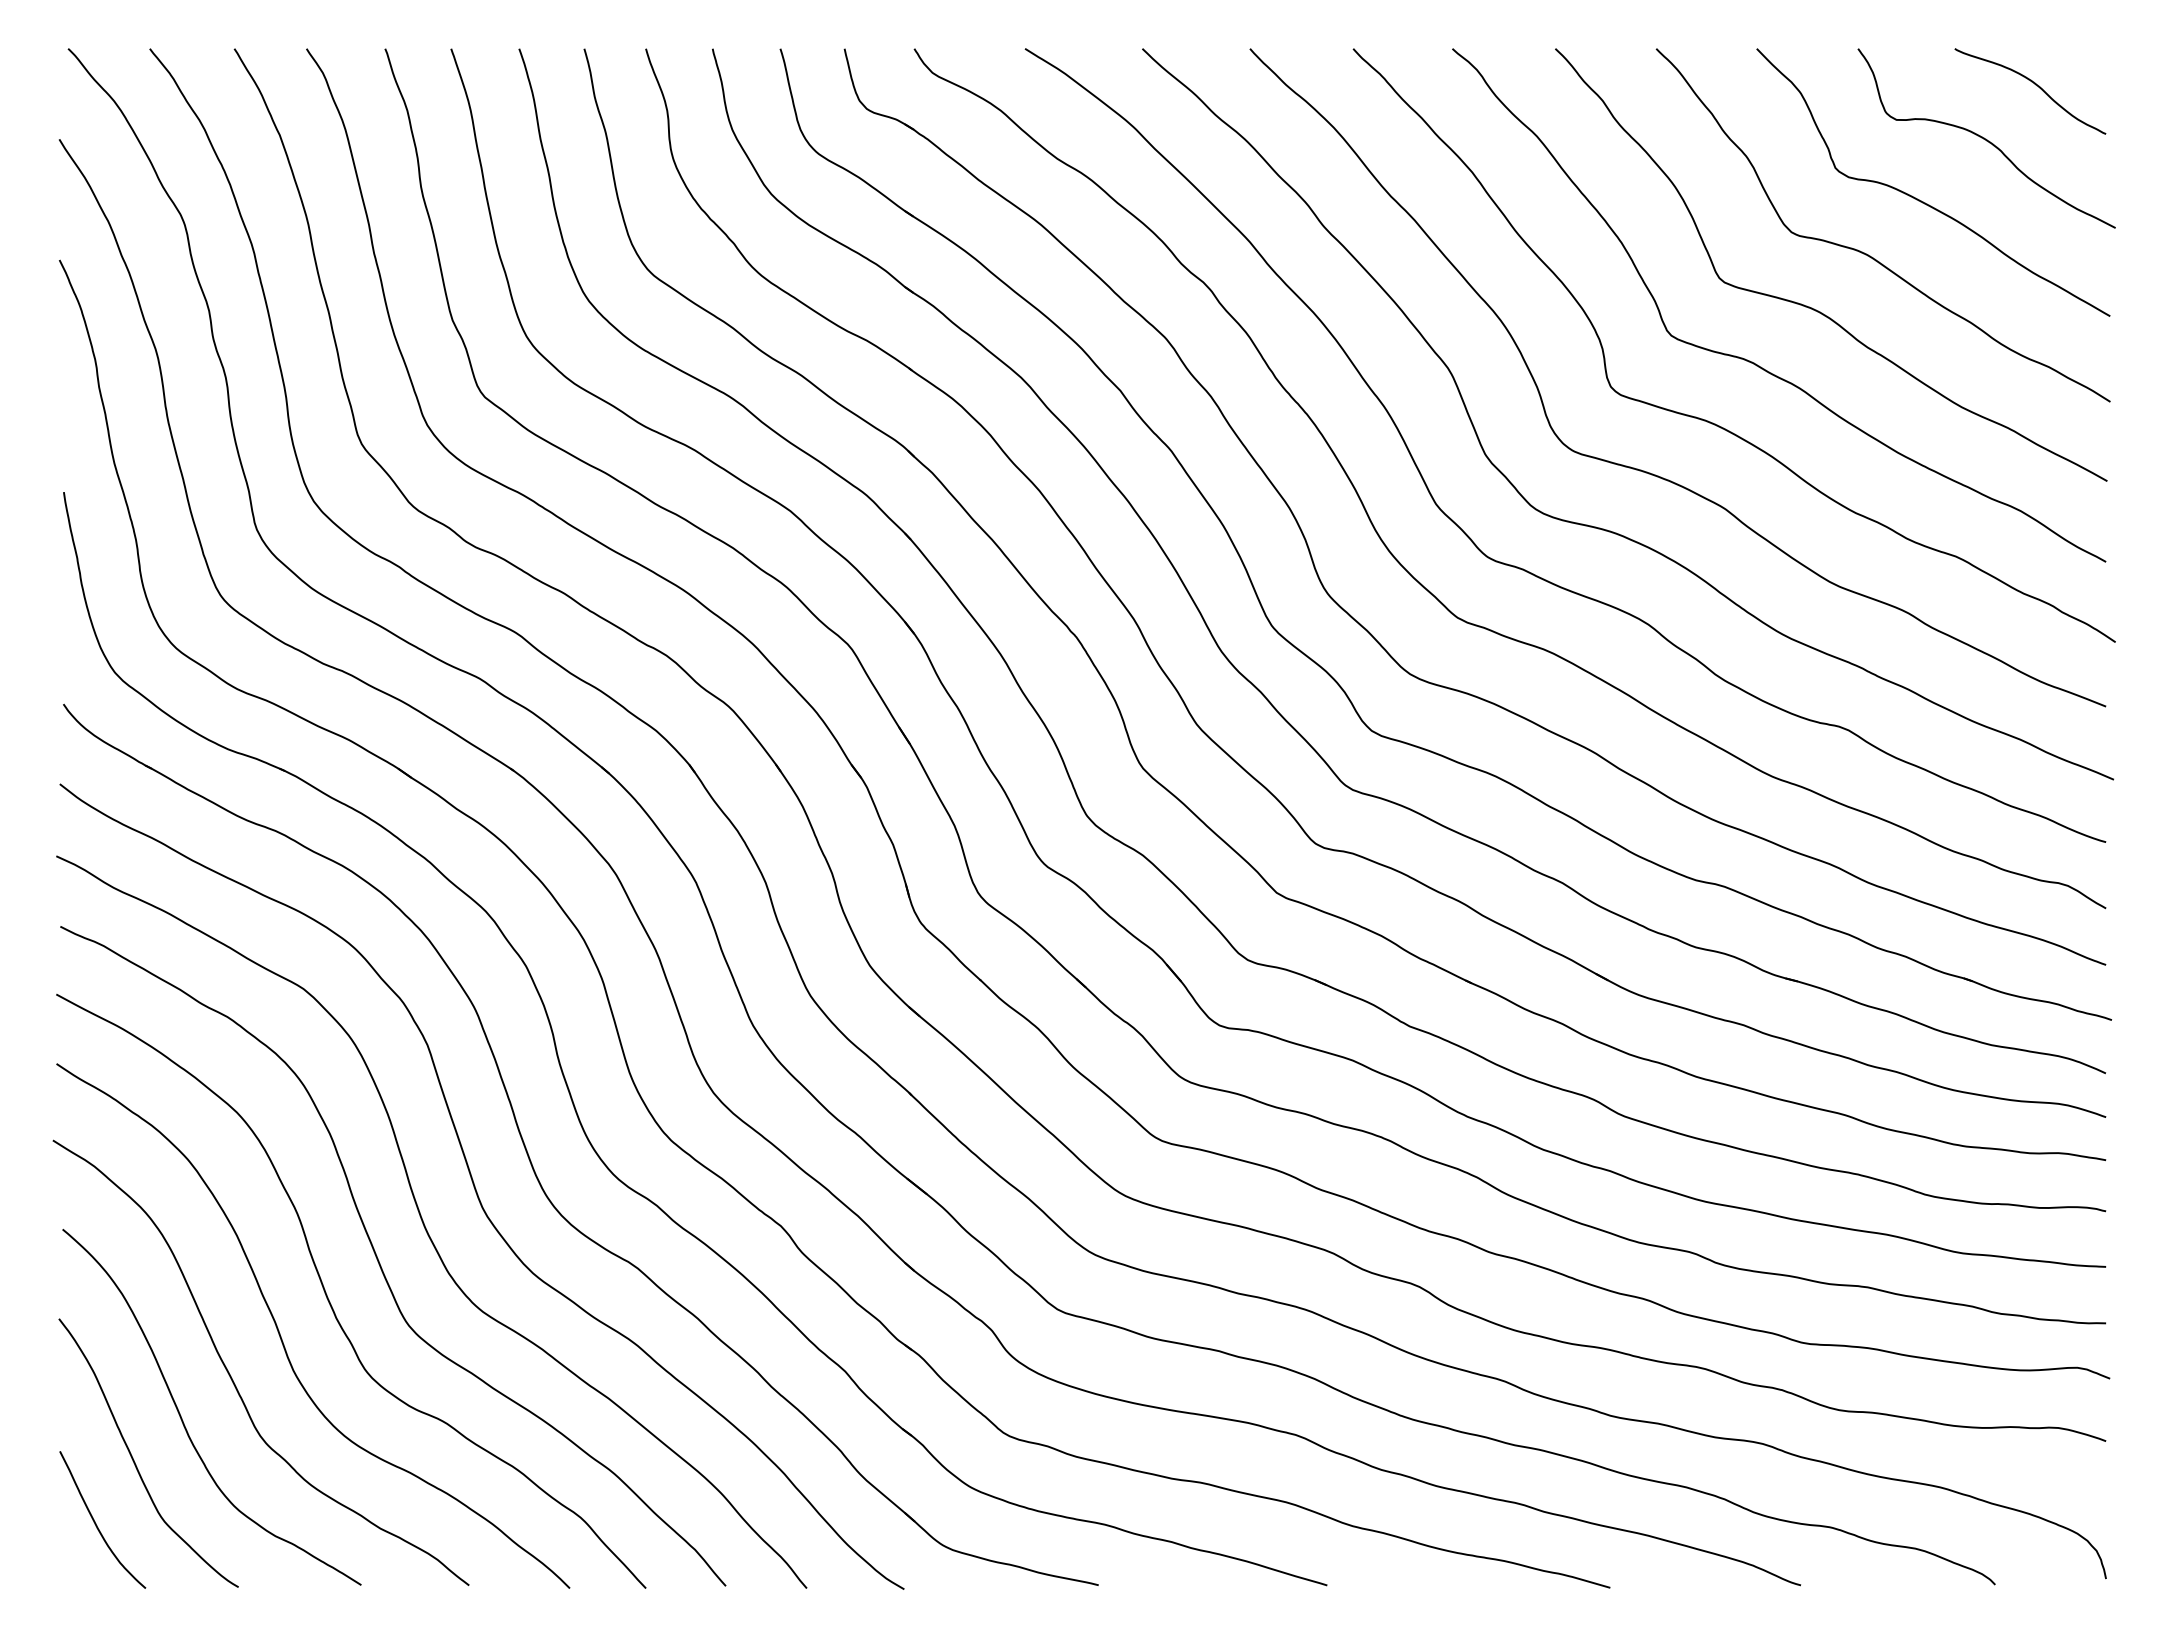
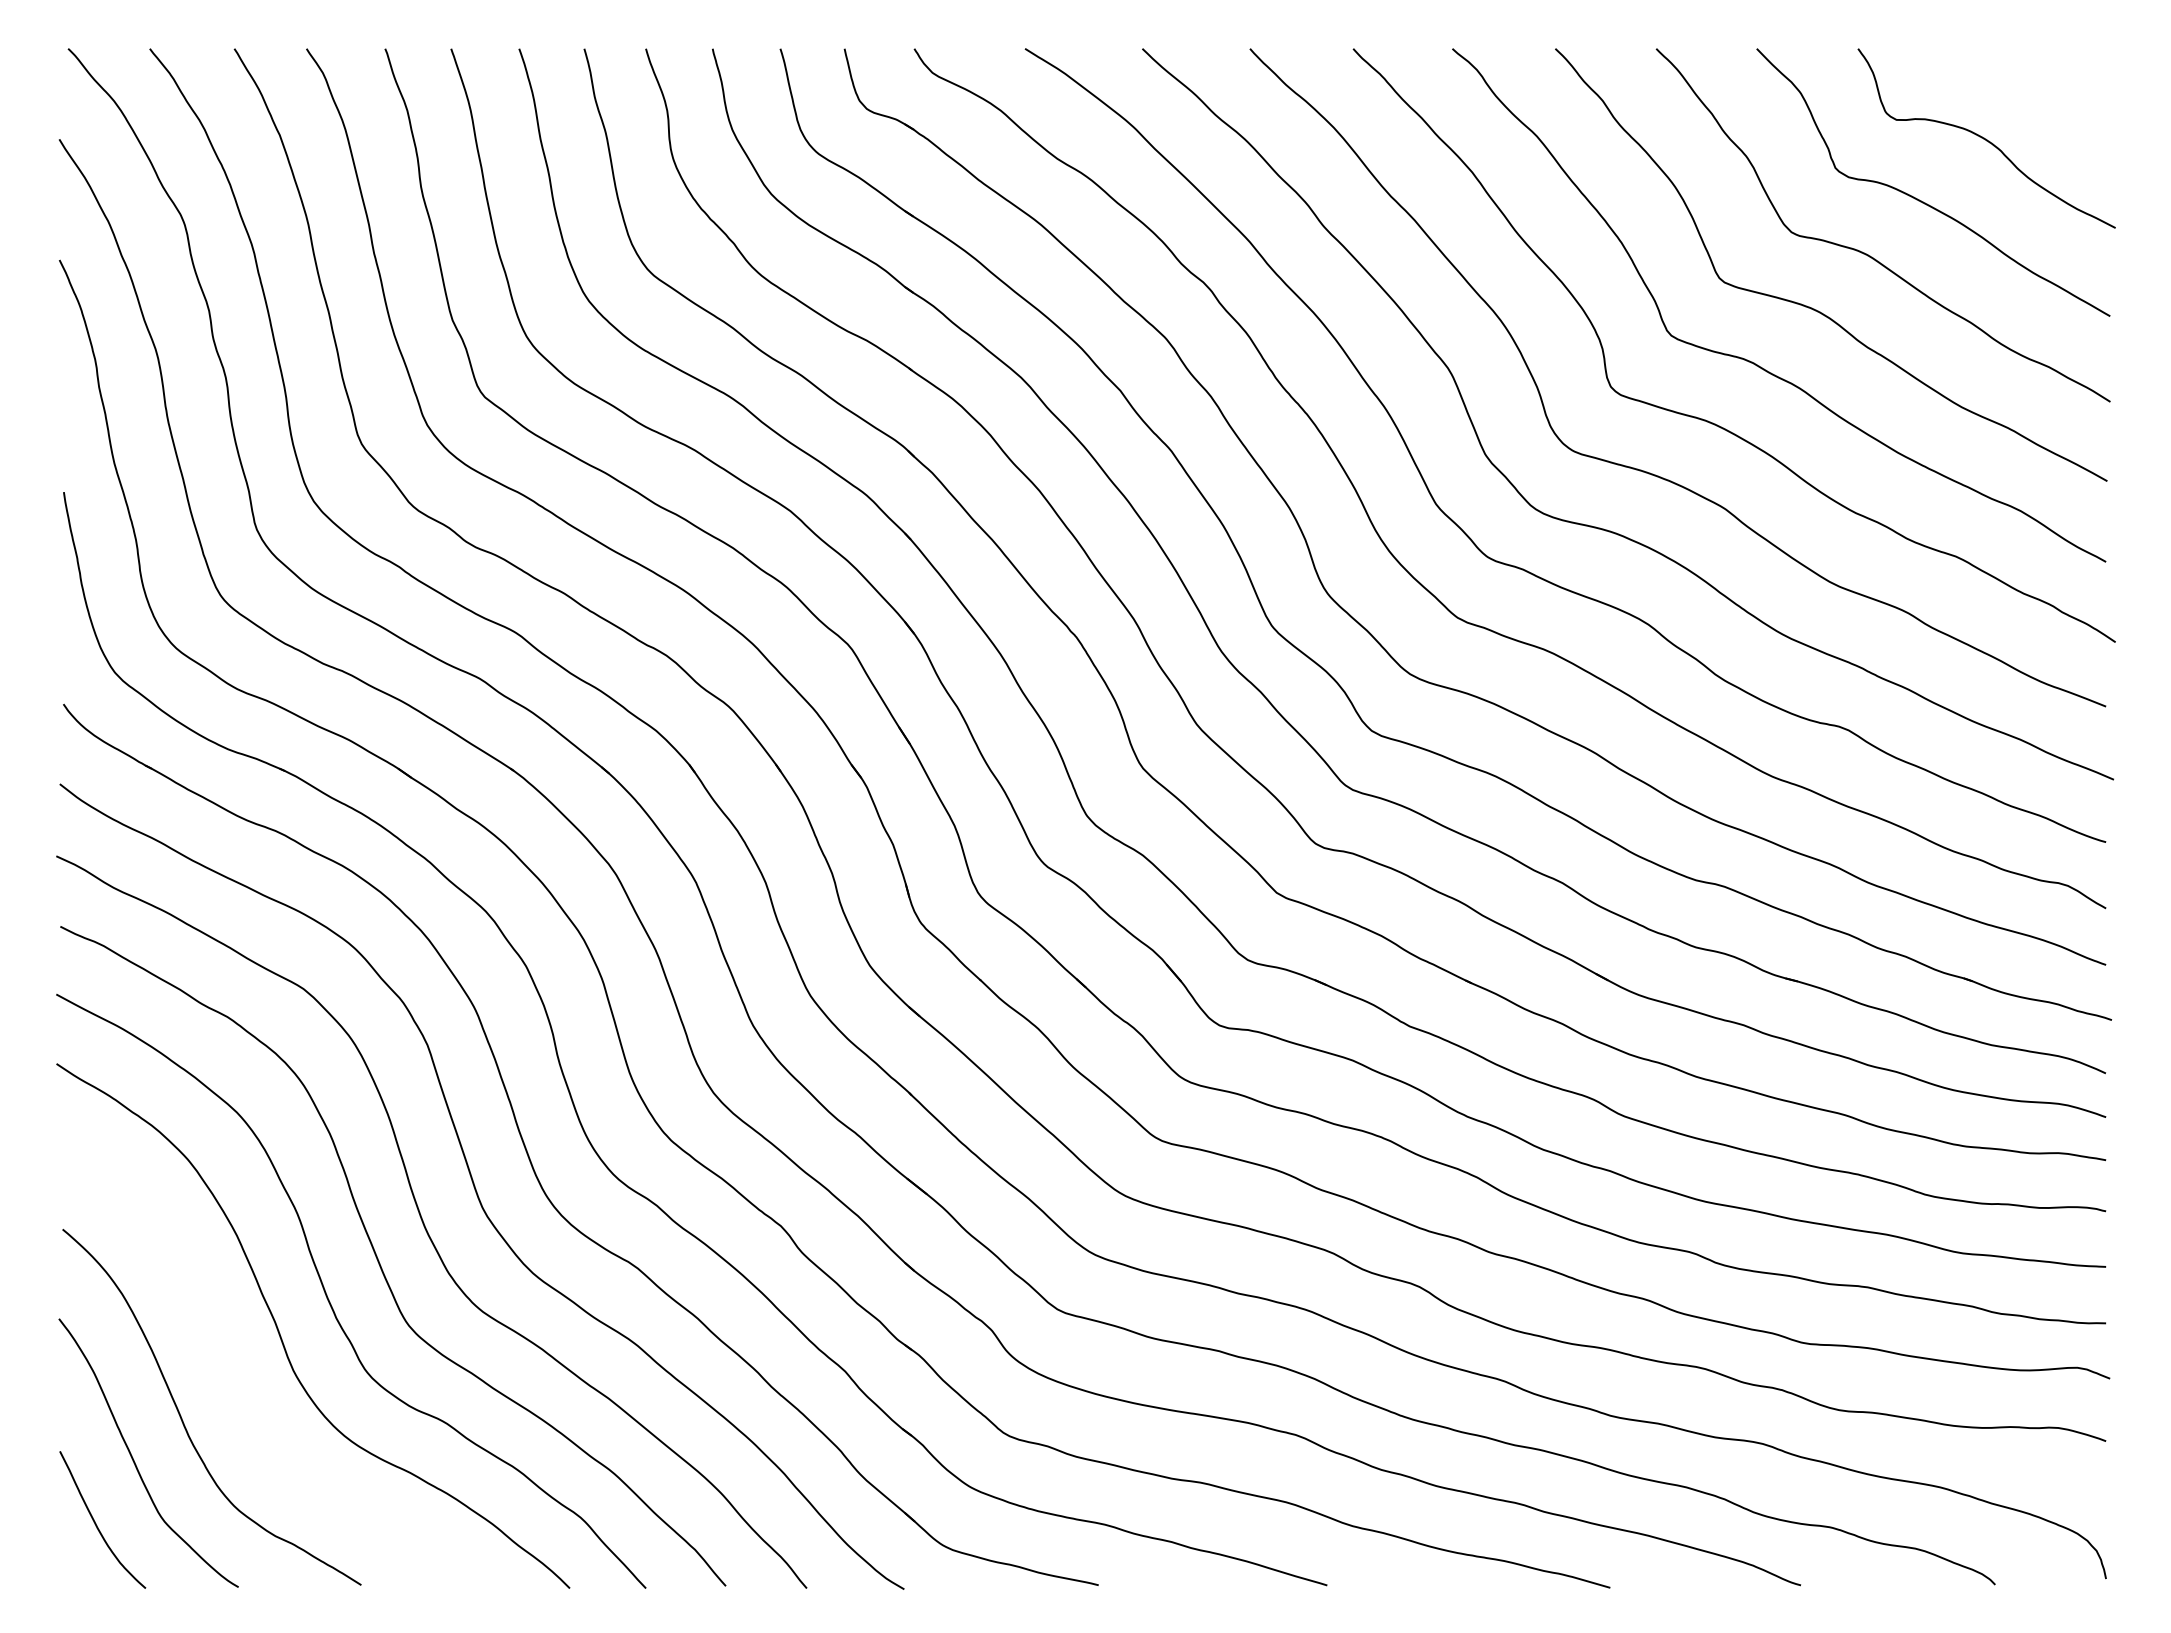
curve at (2035, 85): present -> none
curve at (231, 1376): present -> none
